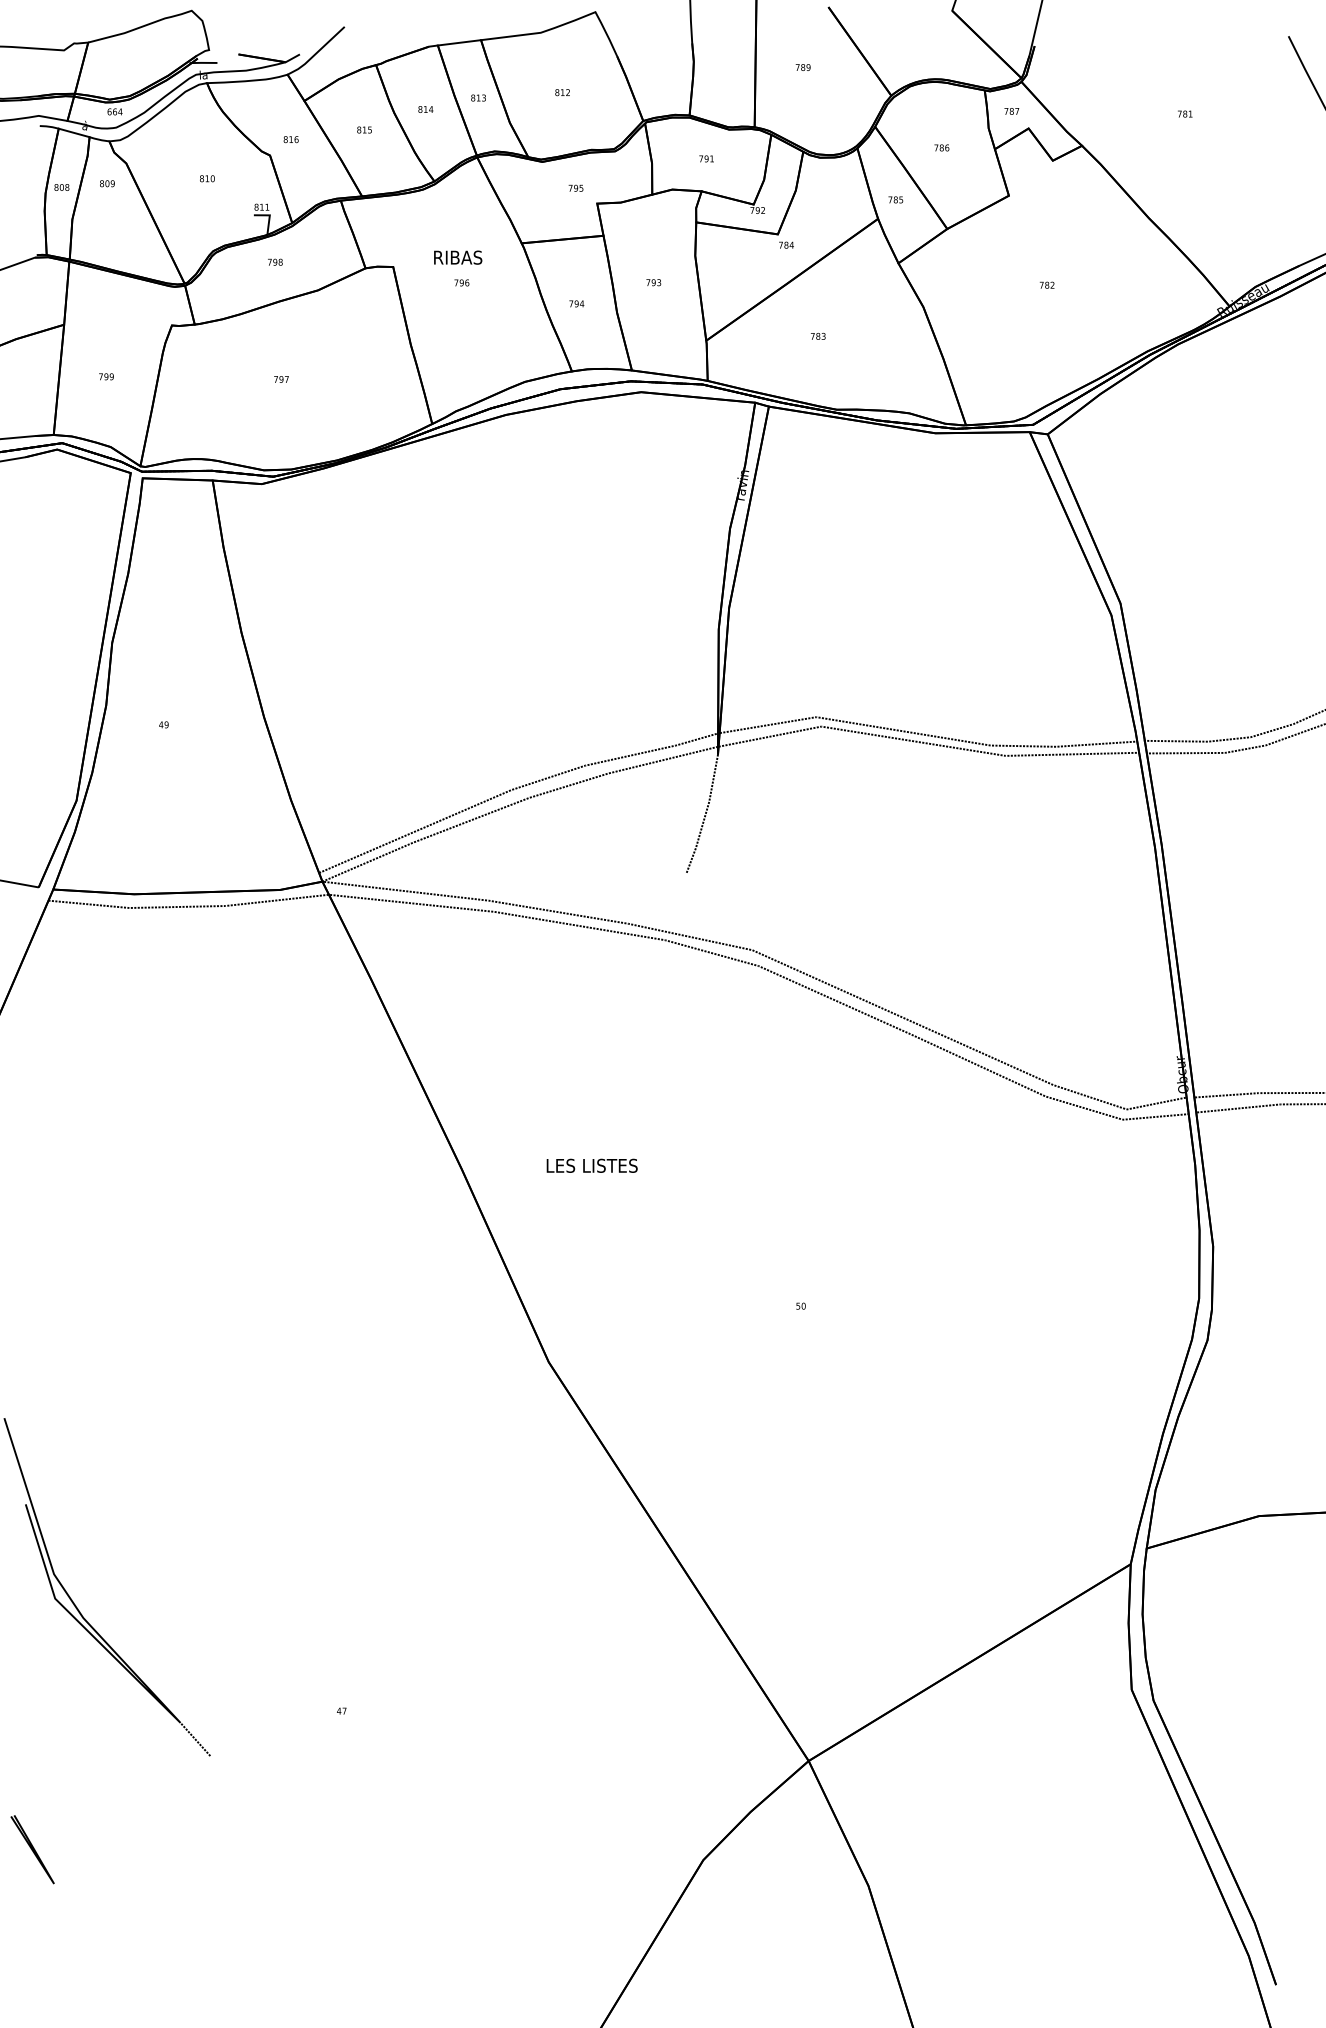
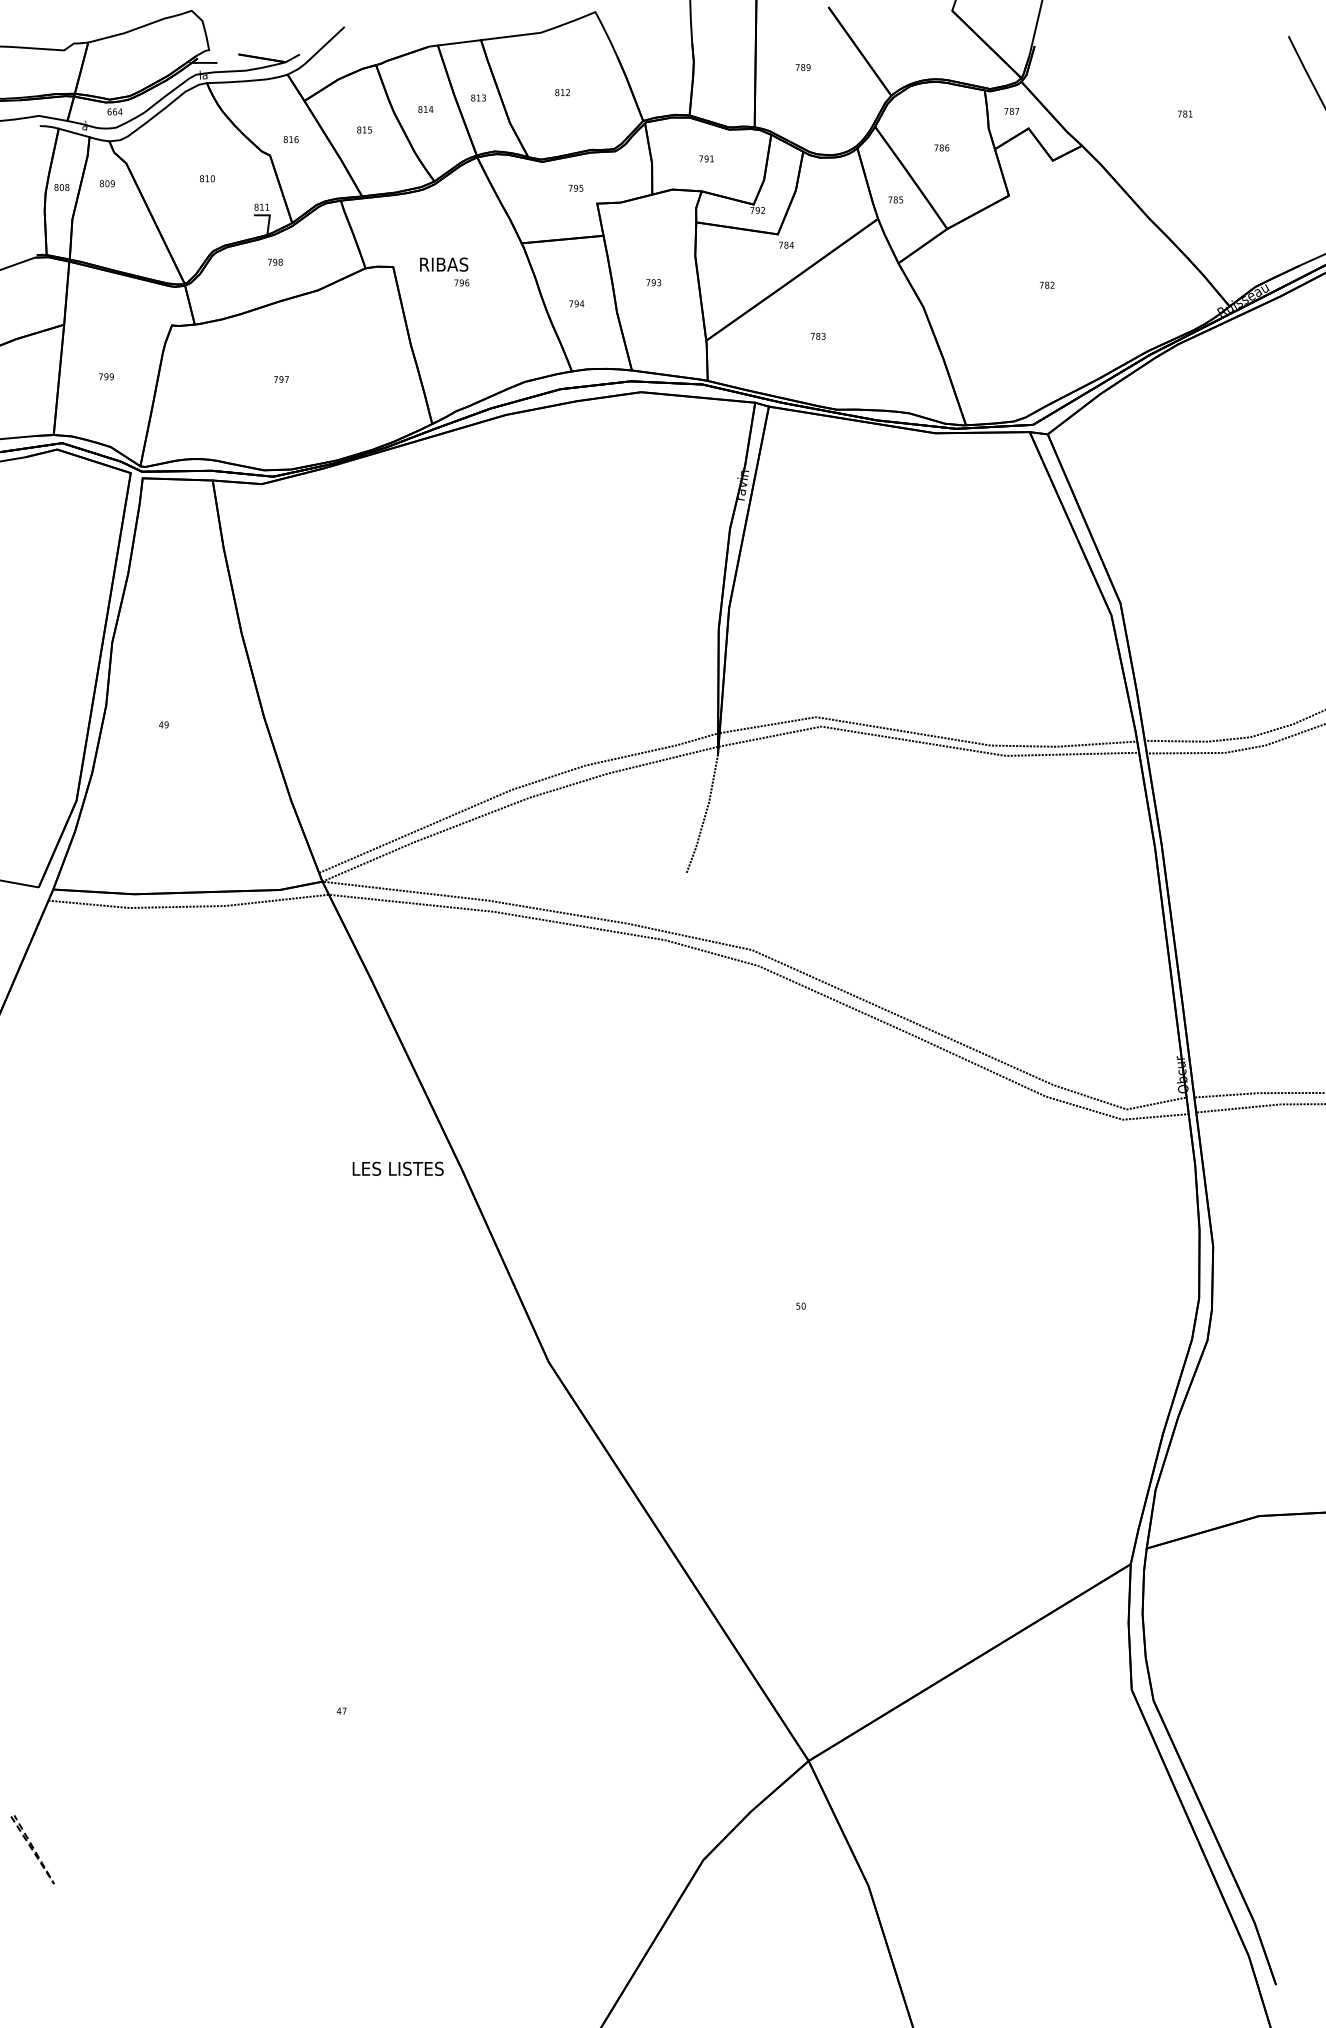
text at (458, 257) position: (458, 257) -> (444, 264)
text at (591, 1165) position: (591, 1165) -> (397, 1168)
part at (76, 1605): present -> none
line at (54, 1883): solid -> dashed
